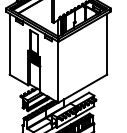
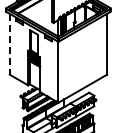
line at (9, 44): solid -> dashed
